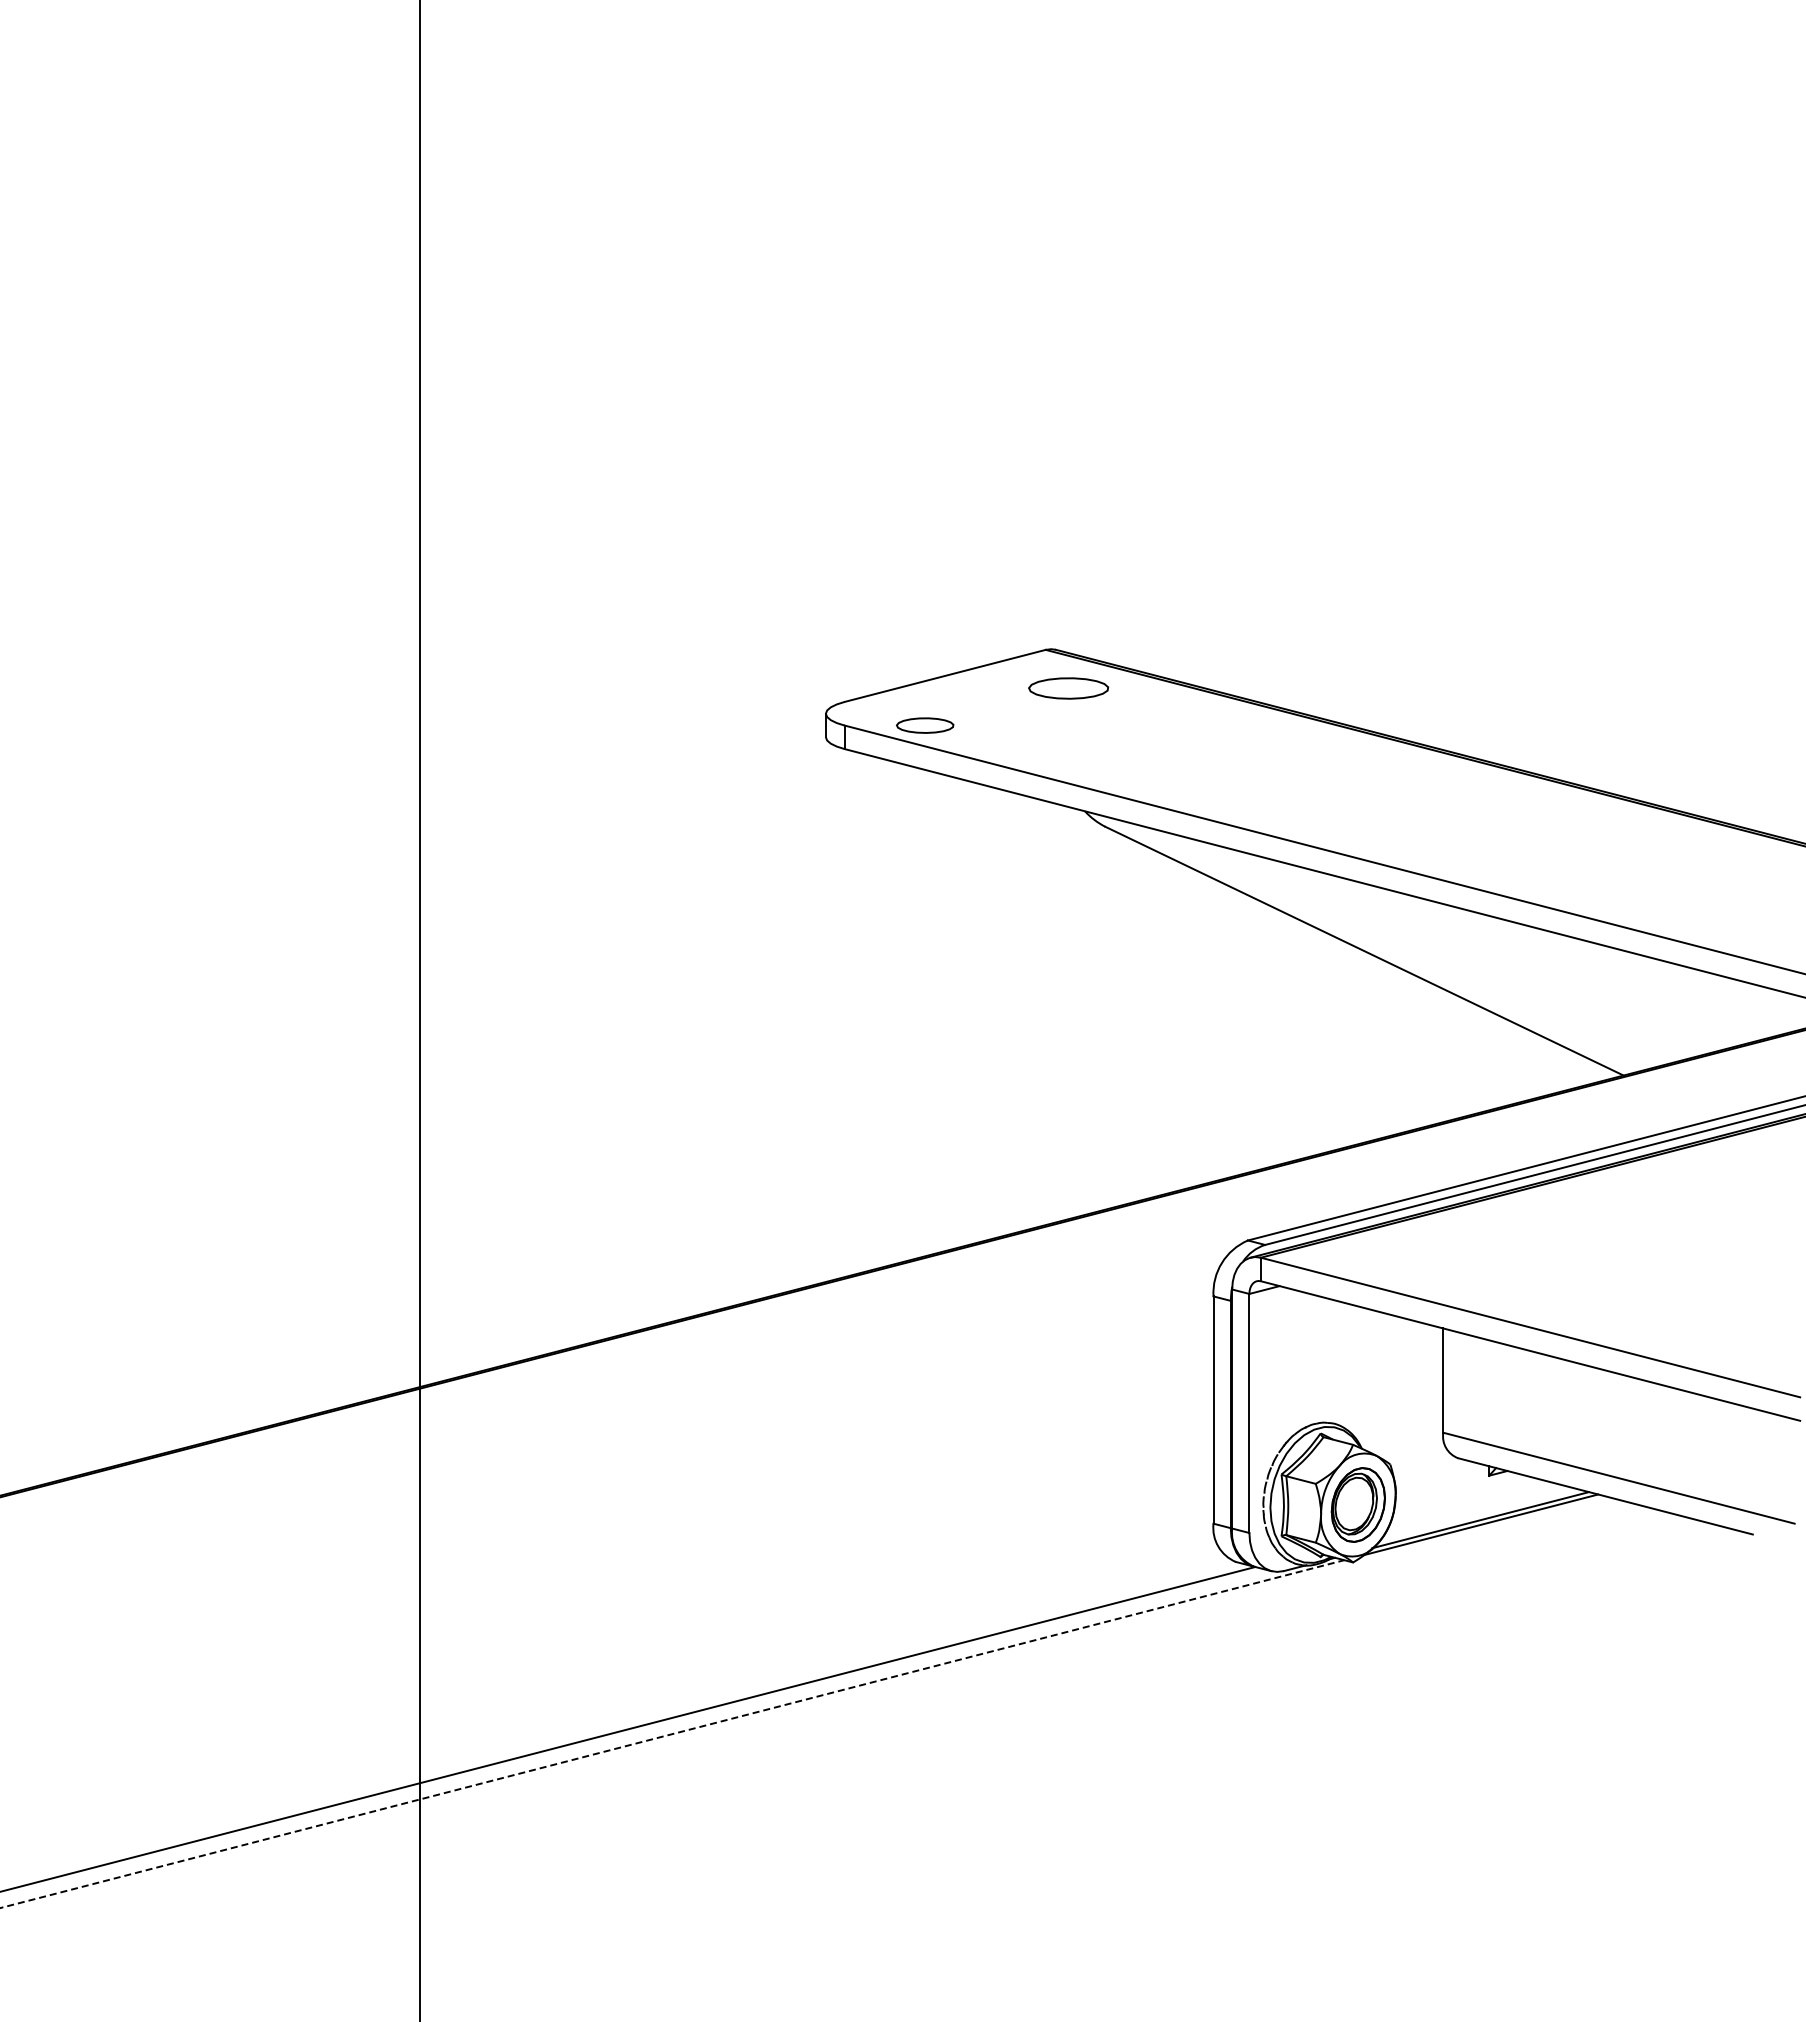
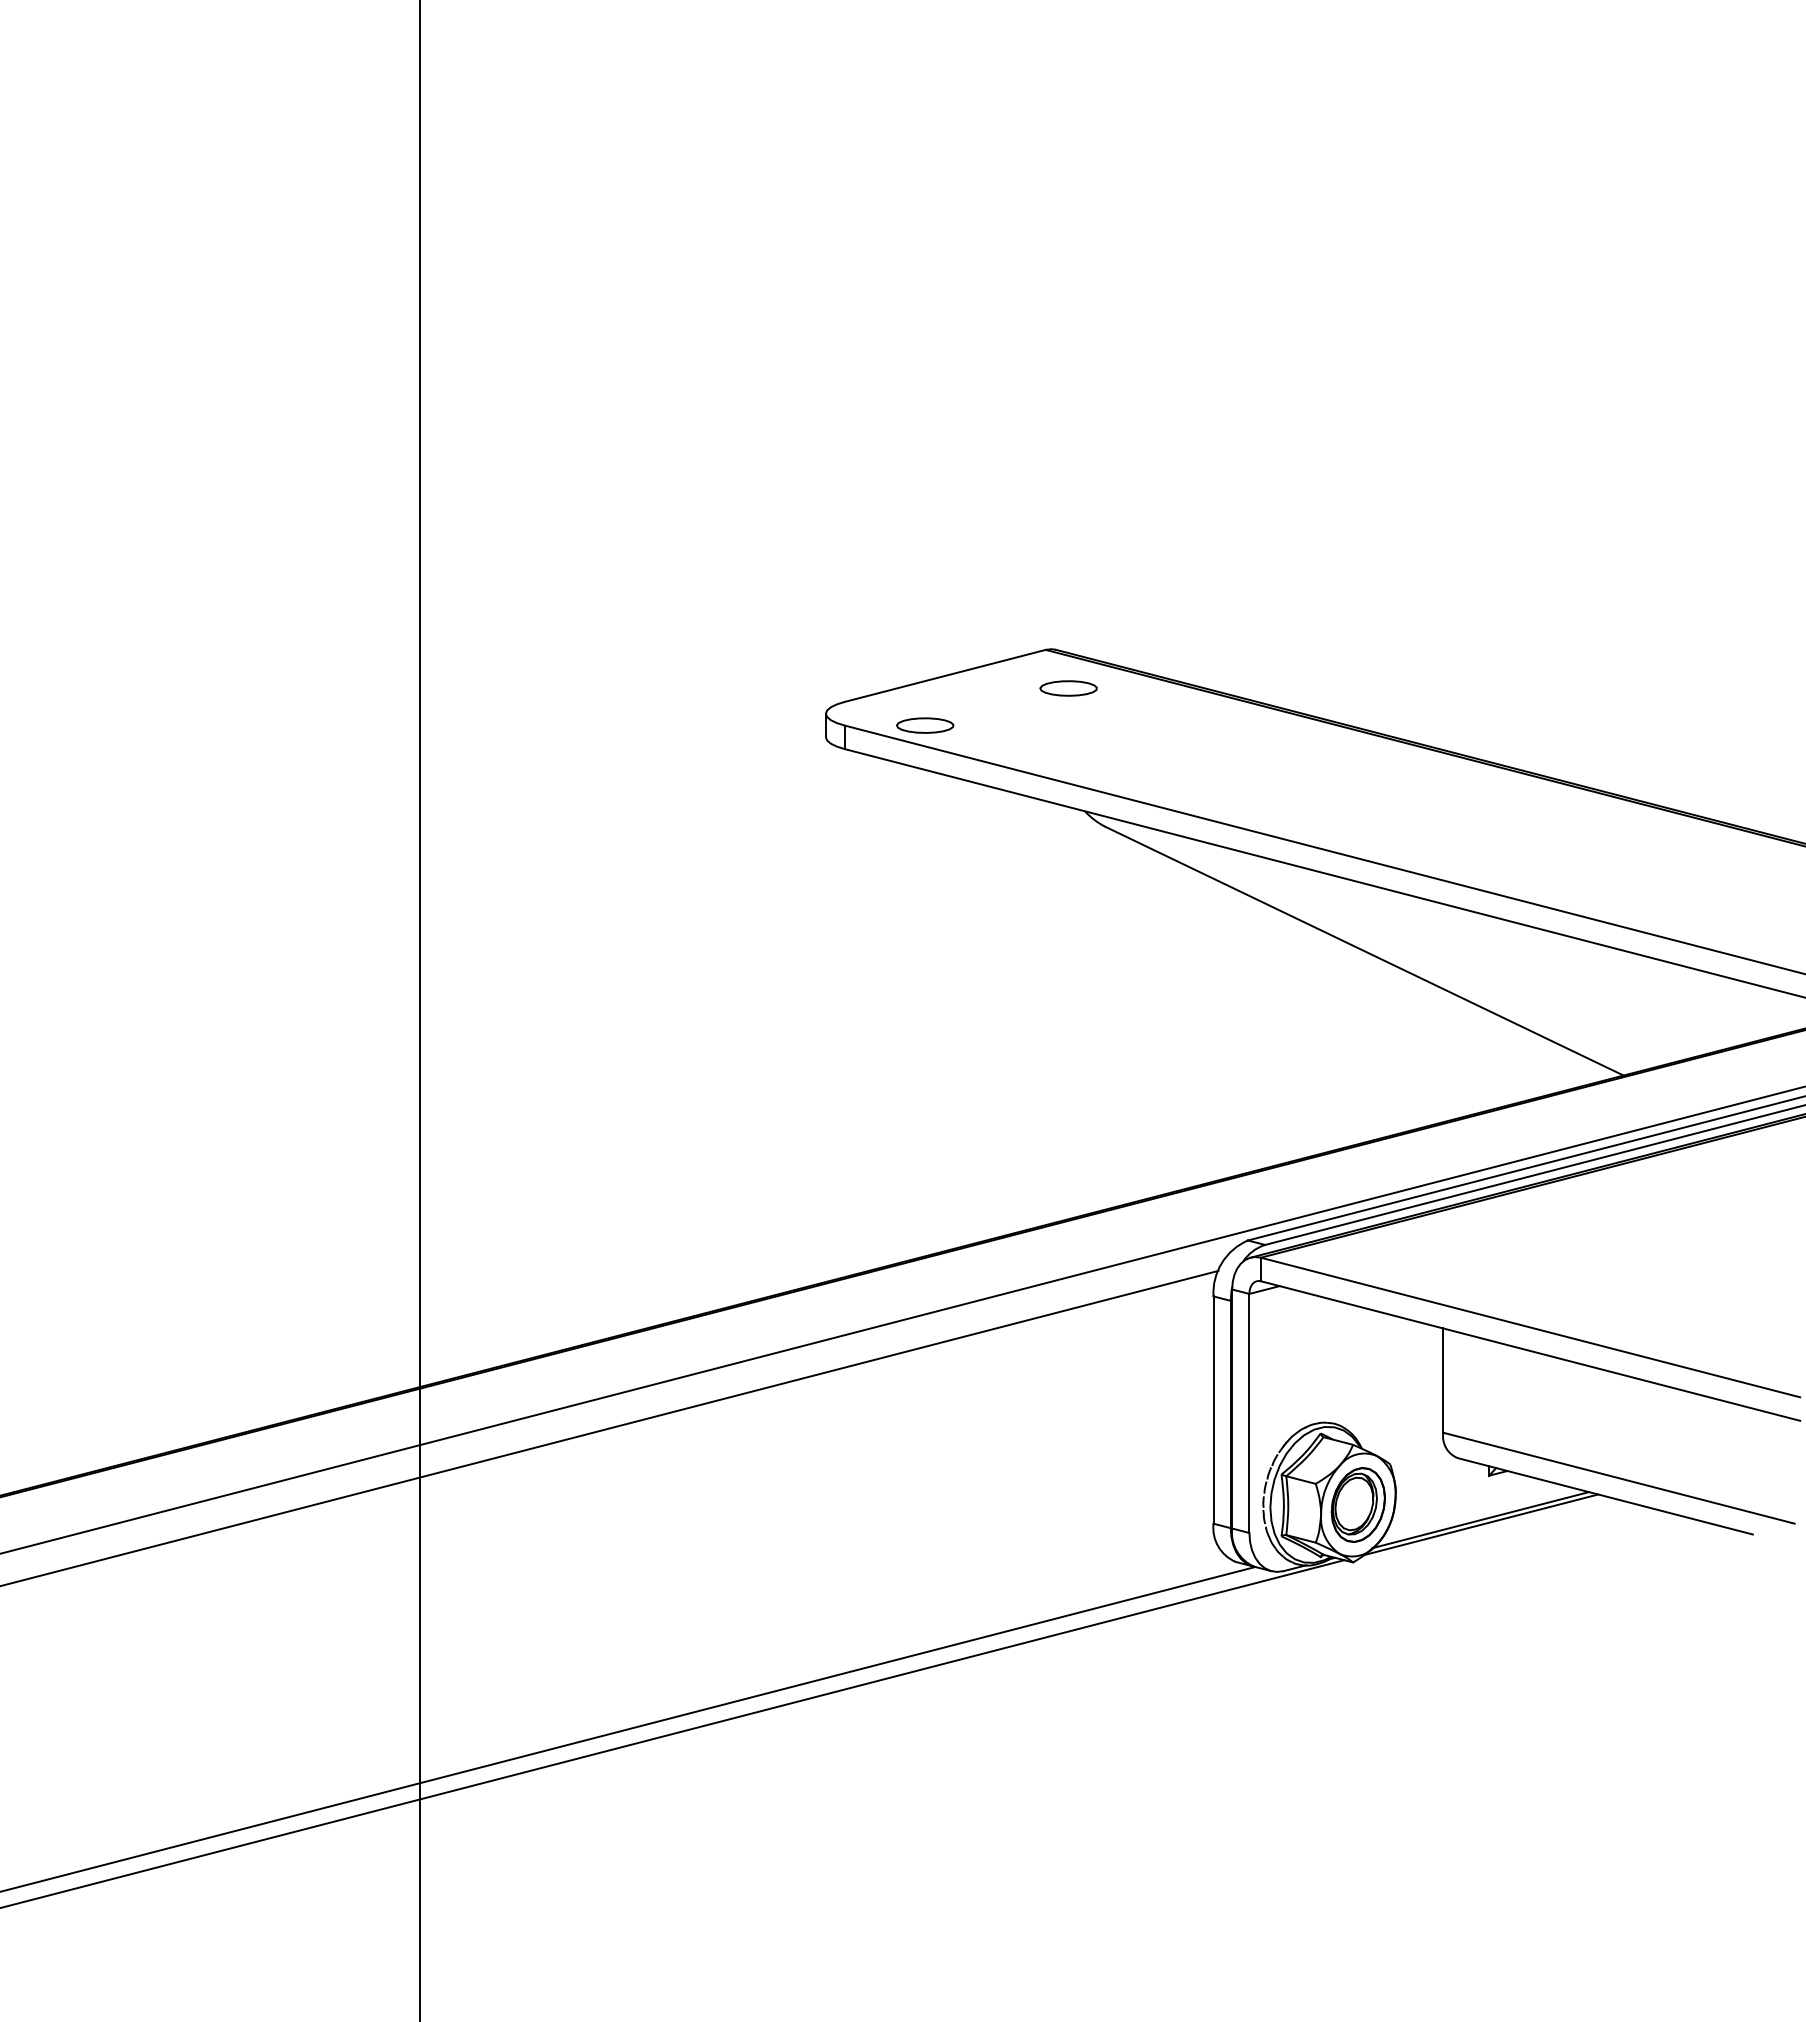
part at (1068, 688) size: 82x23 px -> 59x17 px
line at (902, 1320): none -> present
line at (610, 1427): none -> present
line at (672, 1734): dashed -> solid
